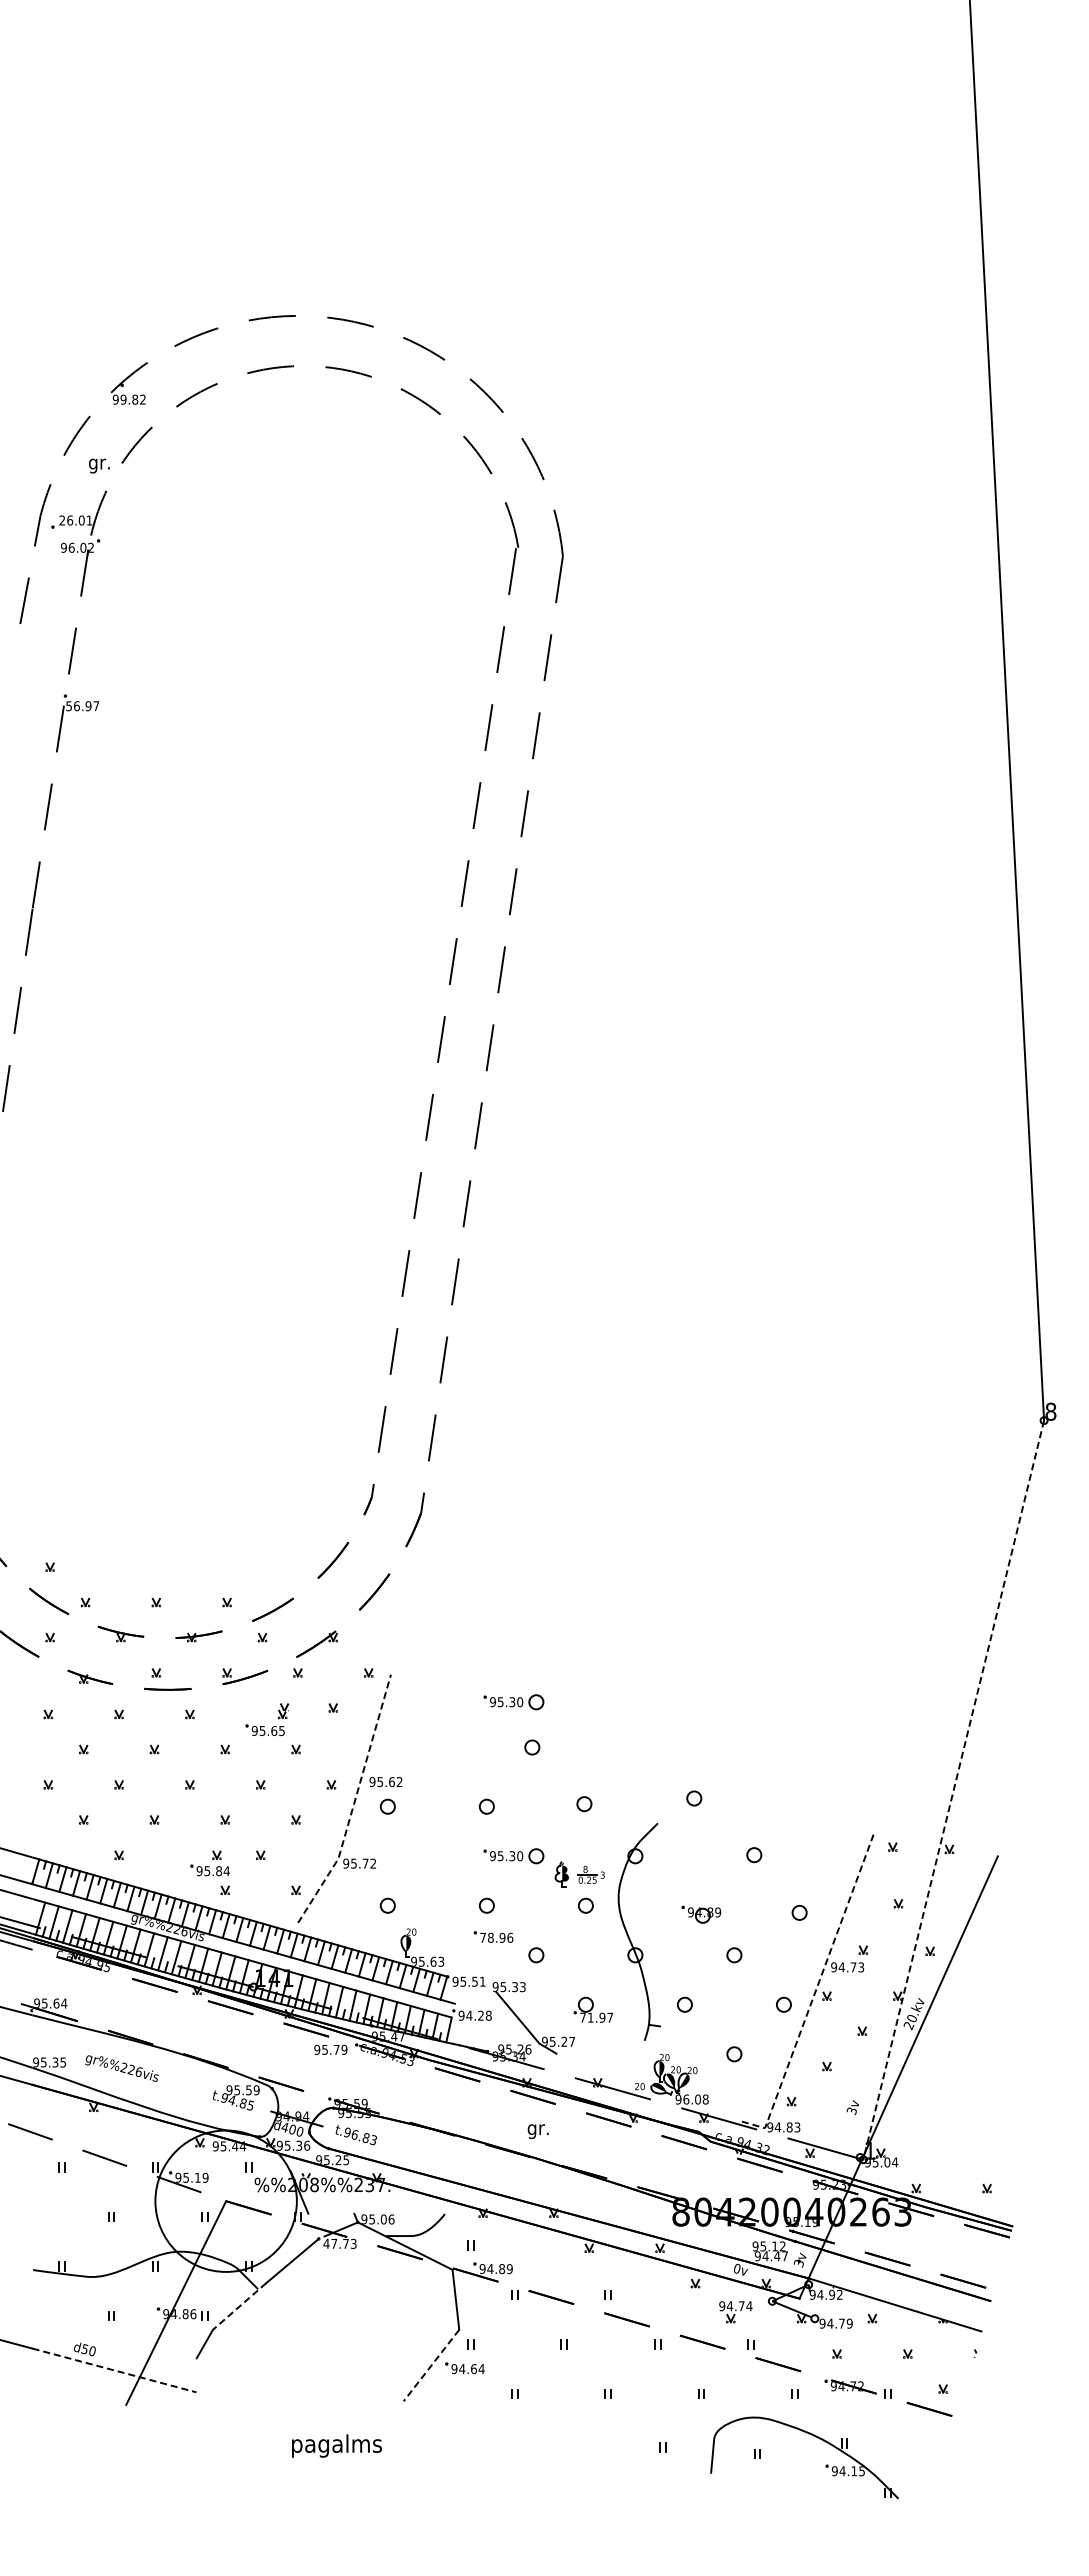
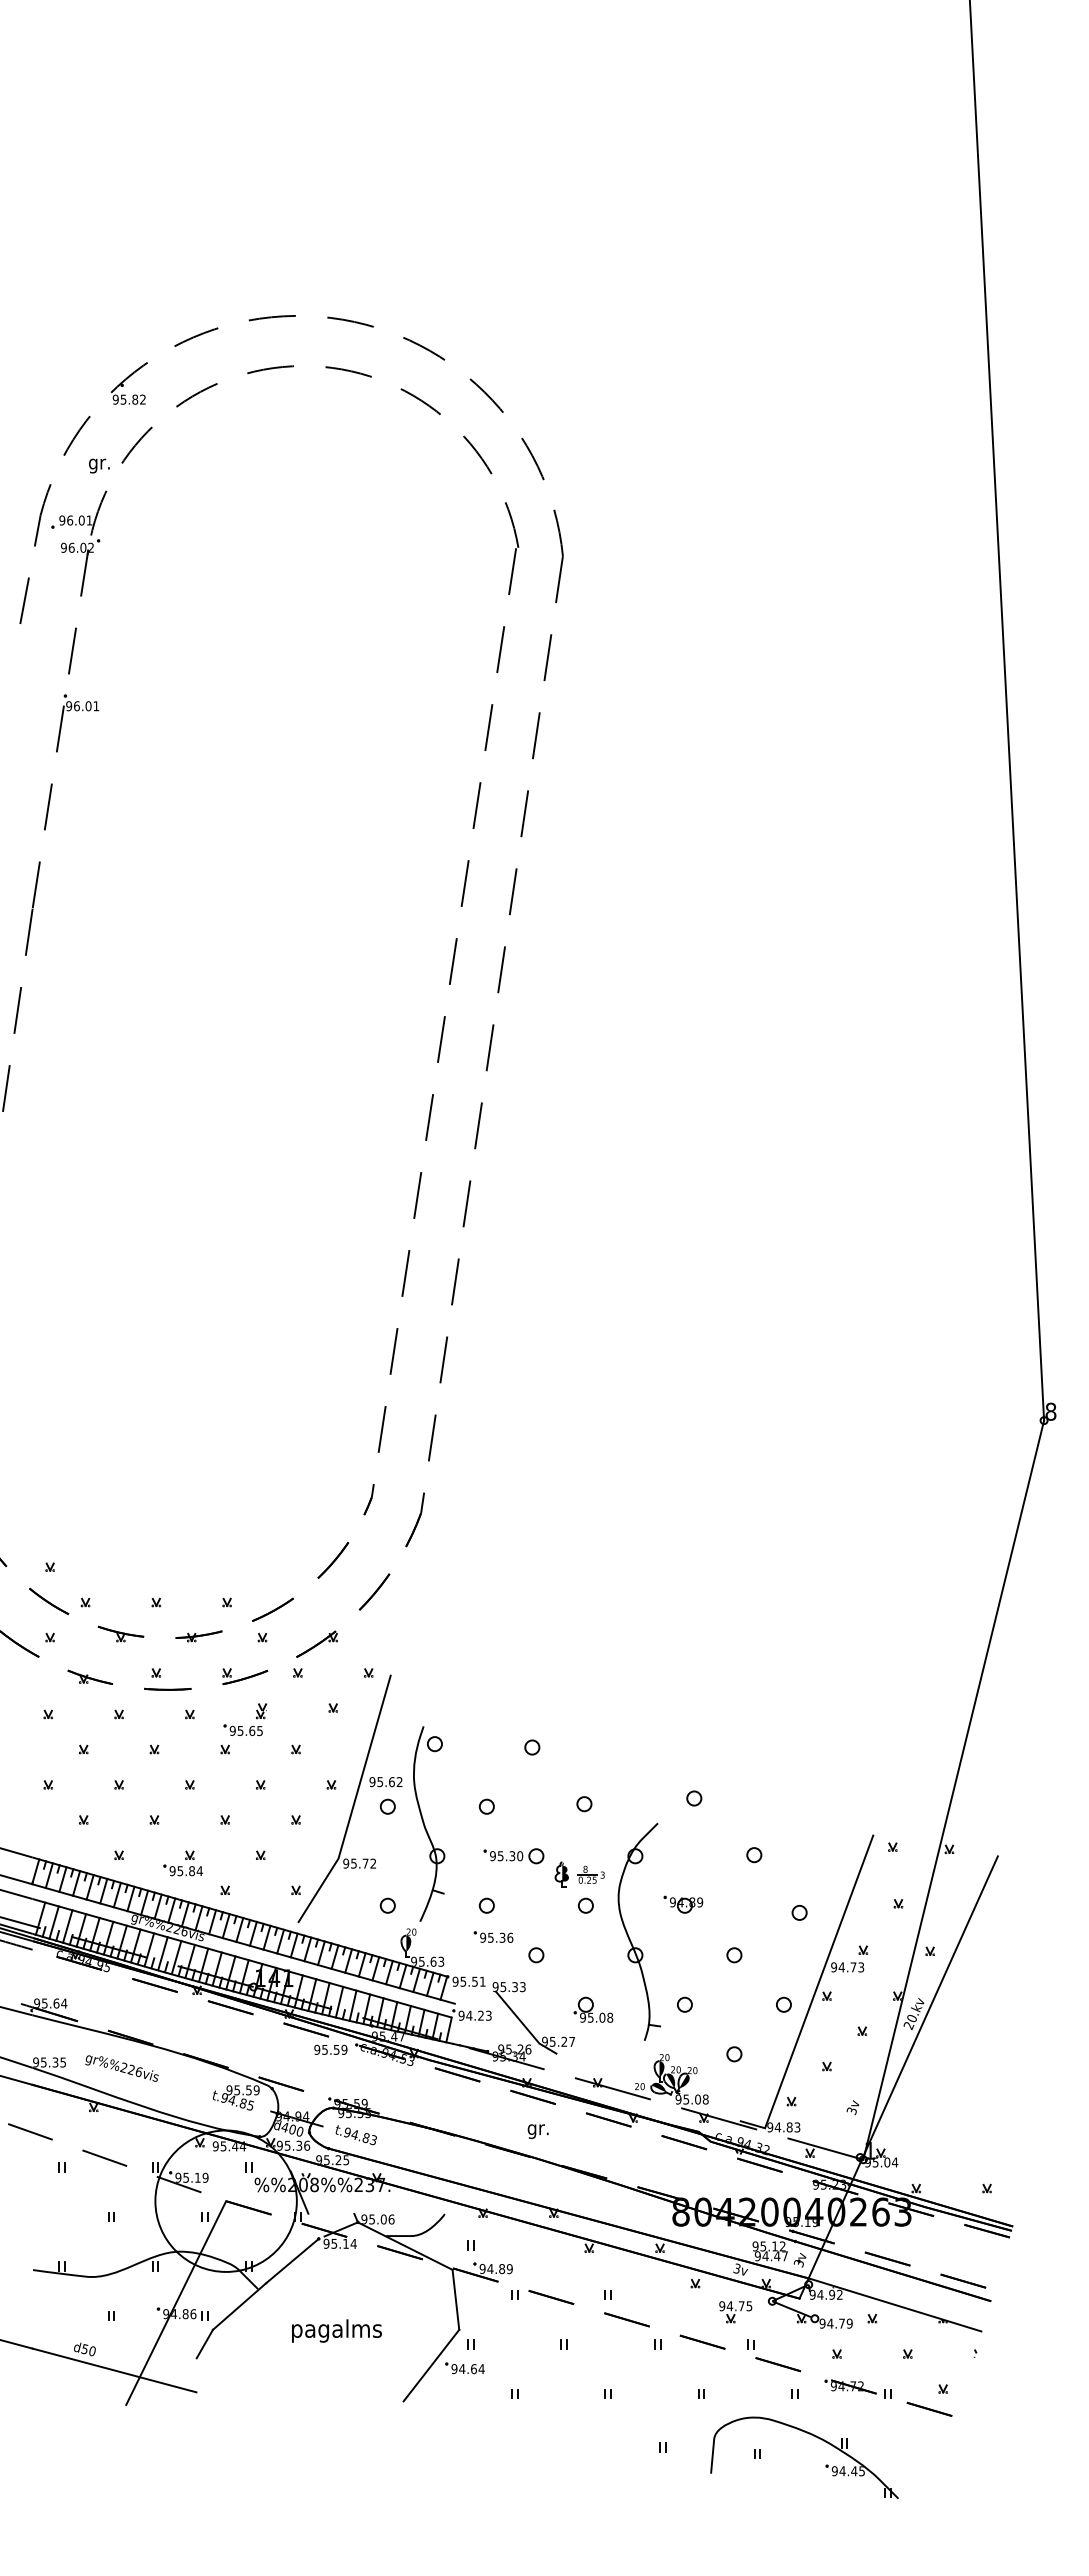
text at (123, 399): 99.82 -> 95.82
text at (62, 520): 26.01 -> 96.01
text at (82, 706): 56.97 -> 96.01
part at (513, 1702): present -> none
part at (264, 1726) position: (264, 1726) -> (242, 1726)
line at (953, 1790): dashed -> solid
line at (354, 1803): dashed -> solid
part at (429, 1823): none -> present
part at (209, 1863) position: (209, 1863) -> (182, 1863)
part at (701, 1914) position: (701, 1914) -> (683, 1904)
text at (492, 1937): 78.96 -> 95.36
line at (814, 1995): dashed -> solid
text at (488, 2015): 94.28 -> 94.23
text at (596, 2017): 71.97 -> 95.08
text at (336, 2049): 95.79 -> 95.59
text at (686, 2099): 96.08 -> 95.08
text at (354, 2134): t.96.83 -> t.94.83
text at (339, 2243): 47.73 -> 95.14
text at (736, 2268): 0v -> 3v
line at (239, 2306): dashed -> solid
text at (749, 2306): 94.74 -> 94.75
line at (431, 2365): dashed -> solid
line at (114, 2370): dashed -> solid
text at (336, 2445) position: (336, 2445) -> (336, 2330)
text at (854, 2471): 94.15 -> 94.45
